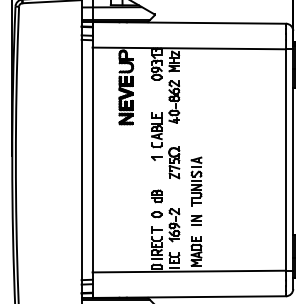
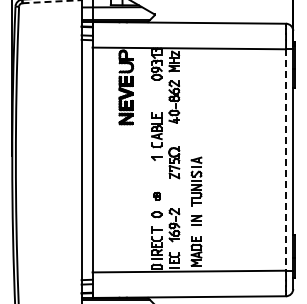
line at (52, 1): solid -> dashed
line at (286, 160): solid -> dashed
part at (156, 196) size: 12x15 px -> 8x10 px
